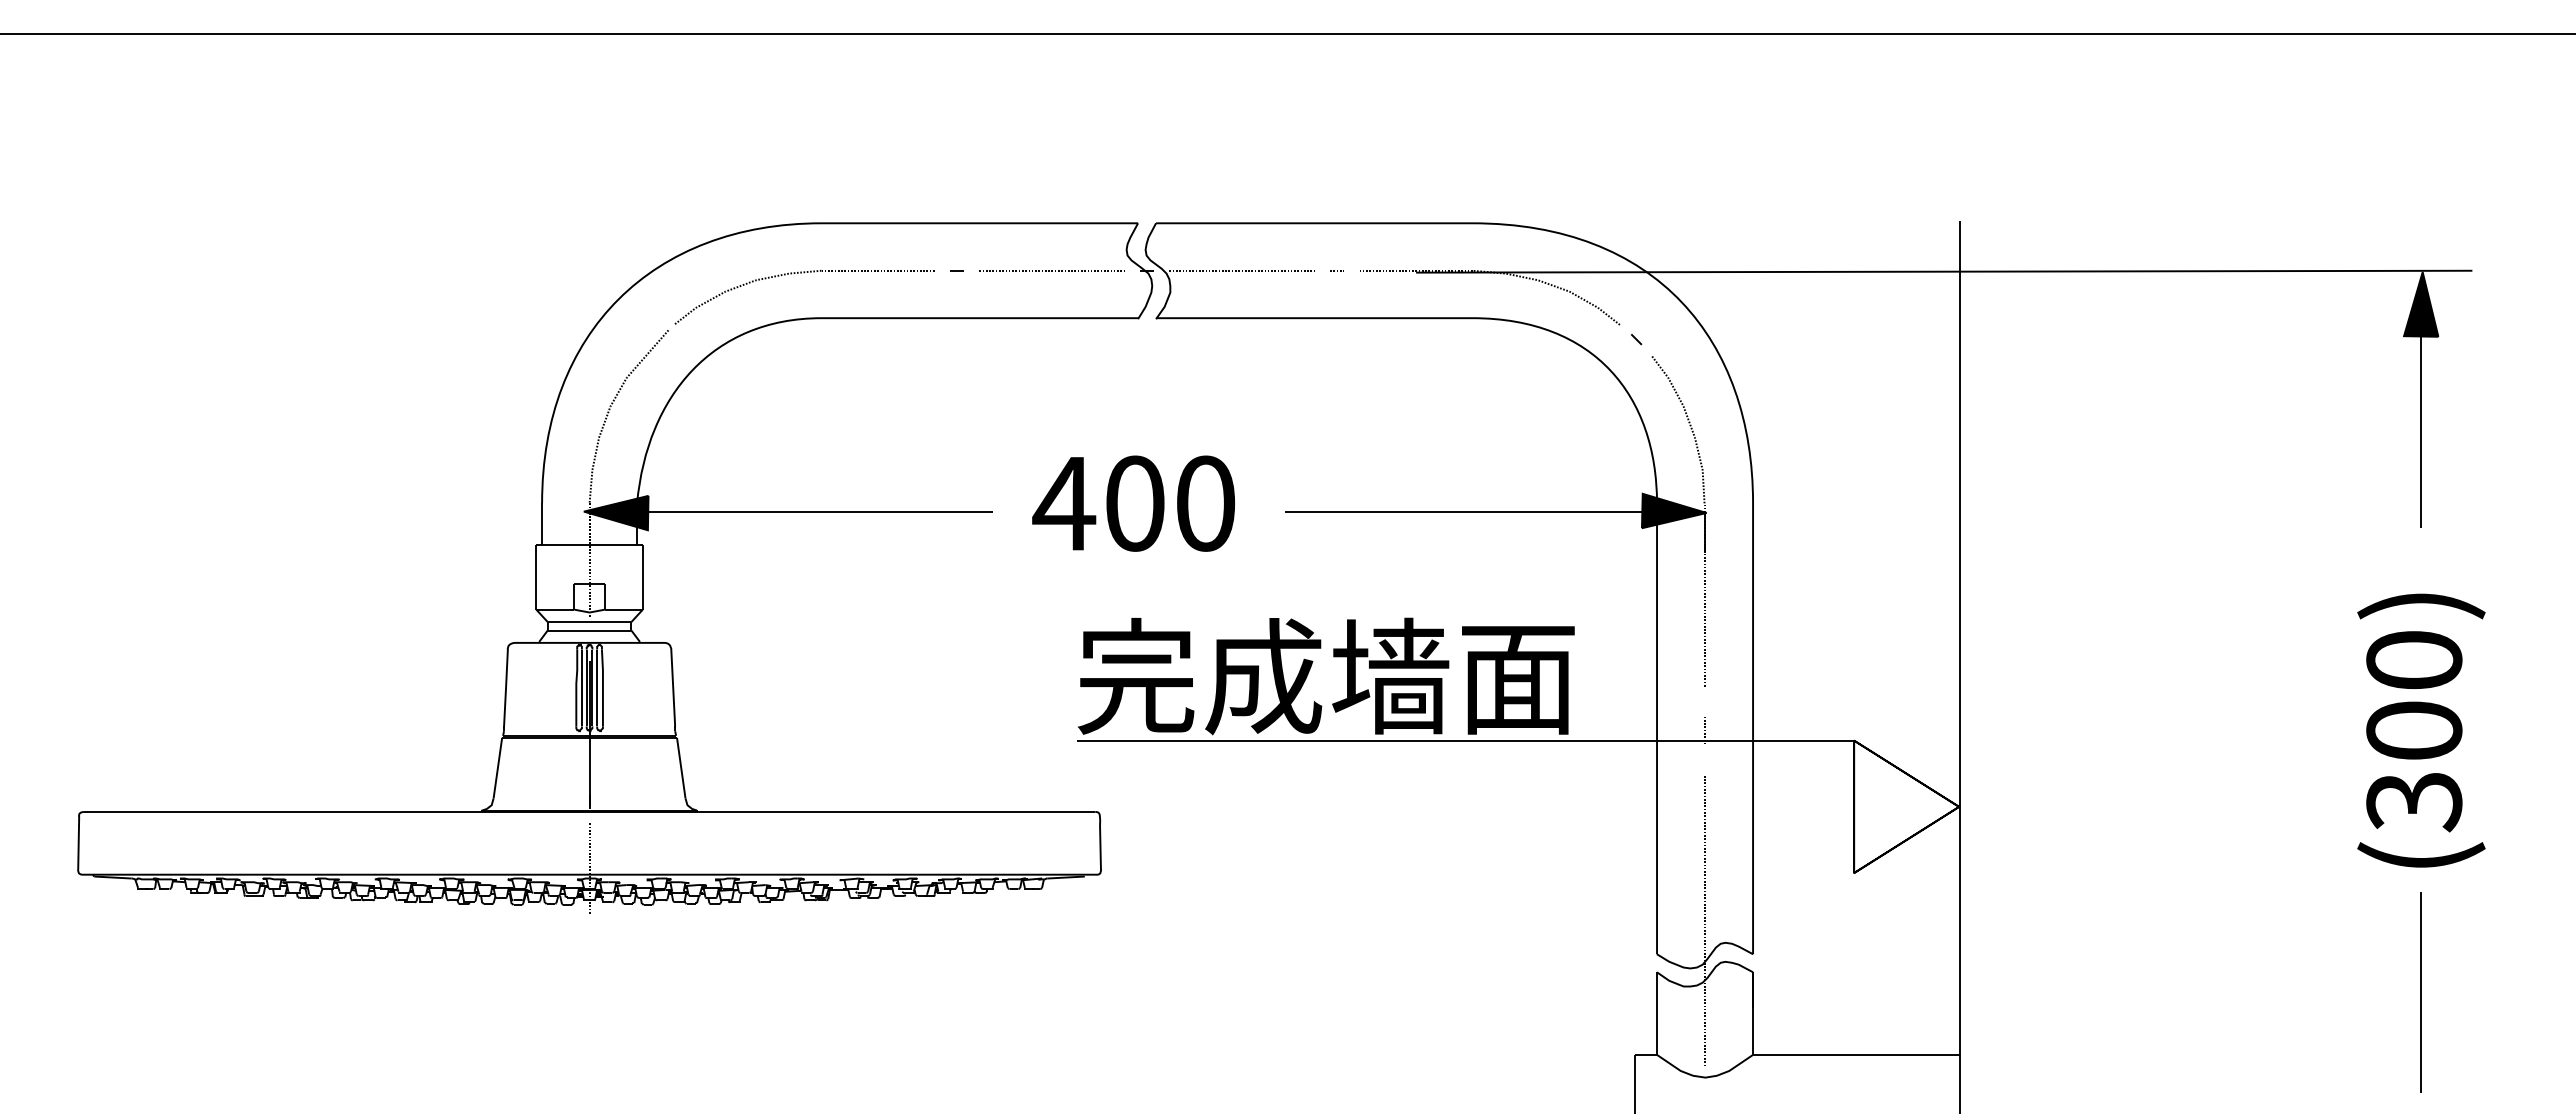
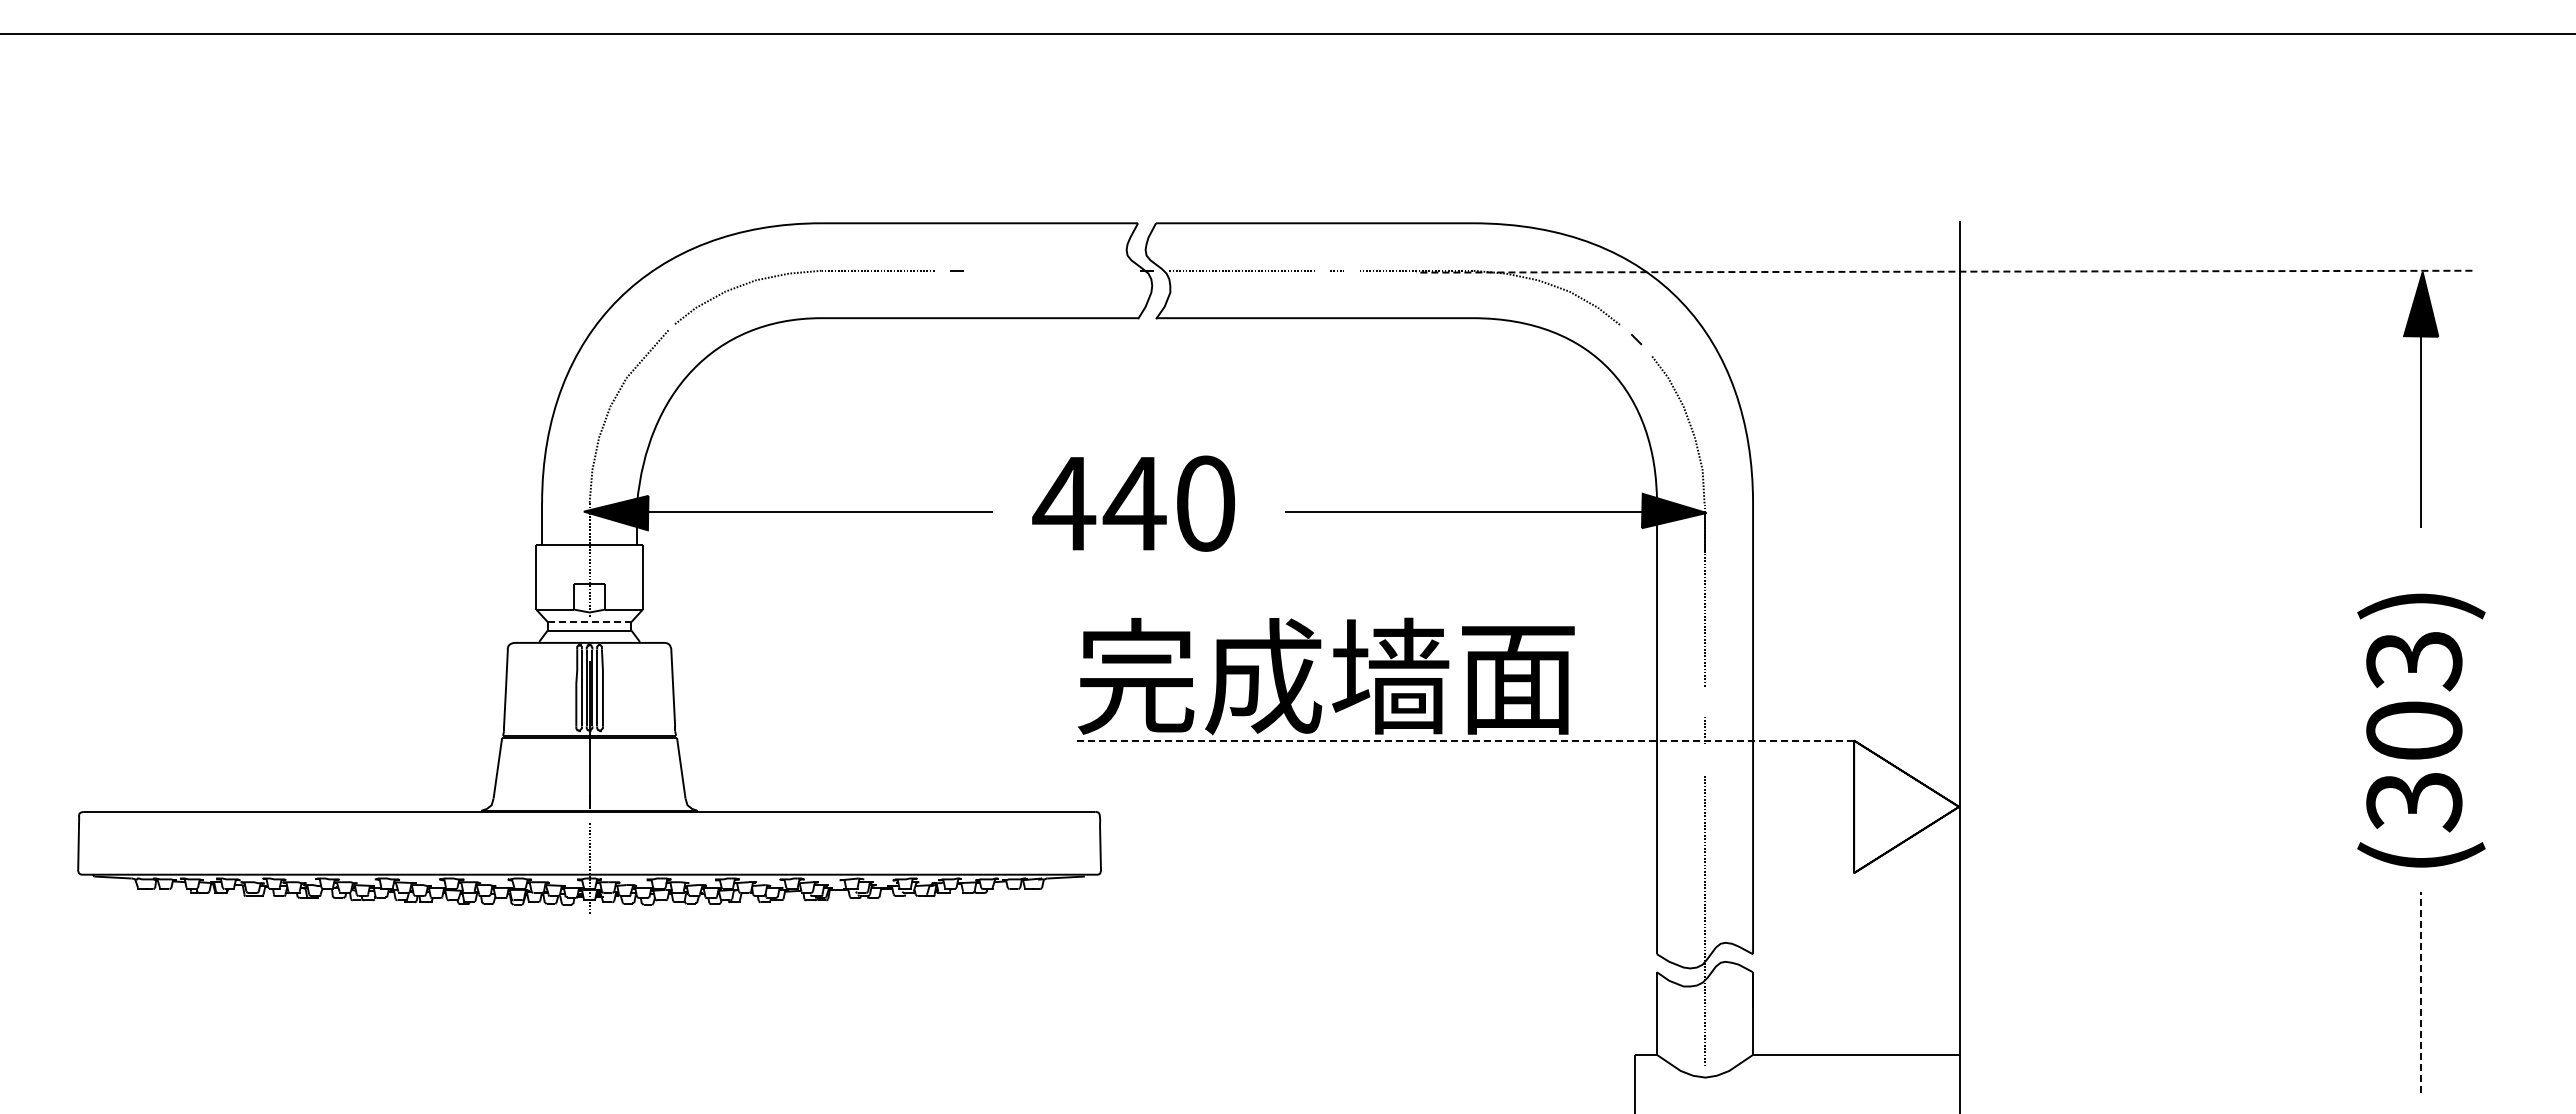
line at (1051, 270): present -> none
line at (1943, 271): solid -> dashed
text at (1134, 503): 400 -> 440
line at (589, 622): solid -> dashed
text at (2414, 661): (300) -> (303)
line at (1465, 740): solid -> dashed
line at (2421, 992): solid -> dashed
